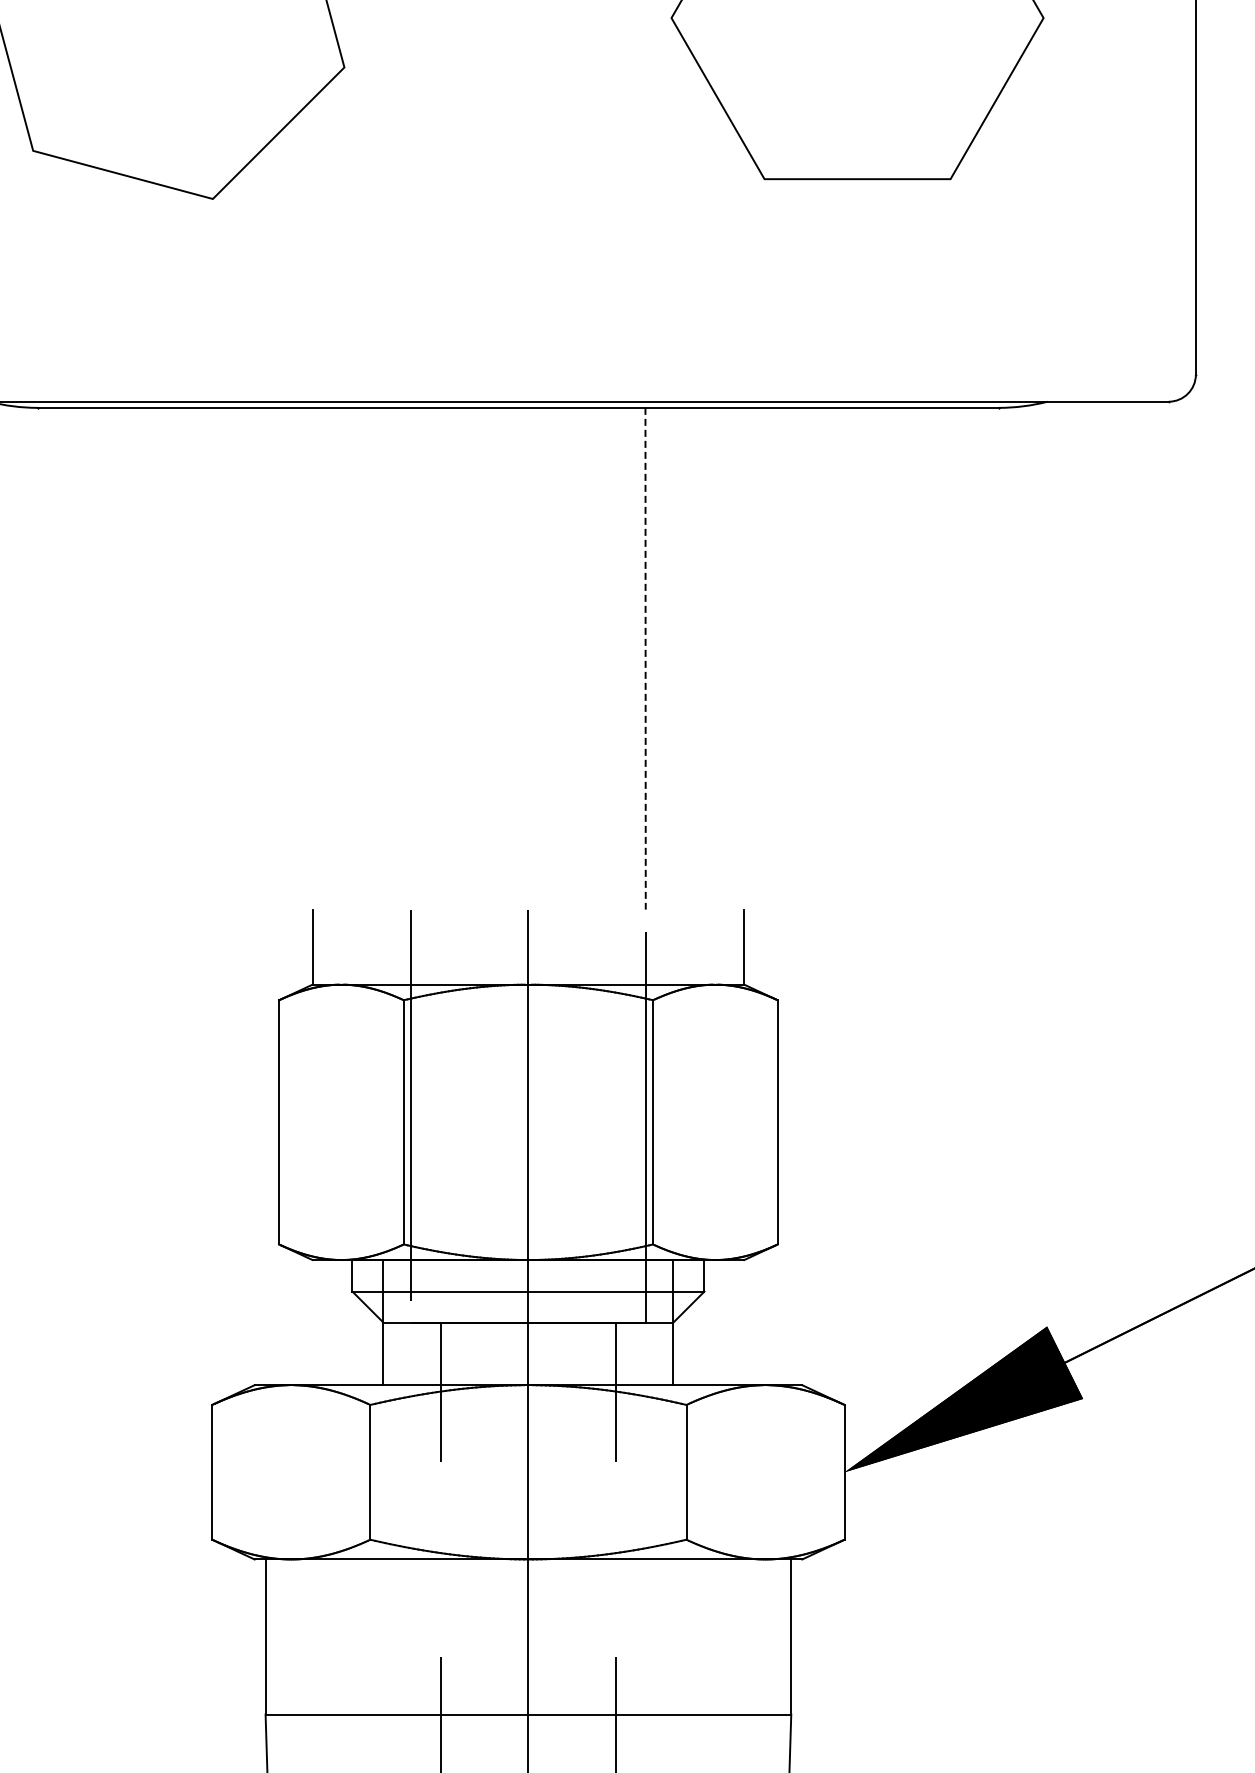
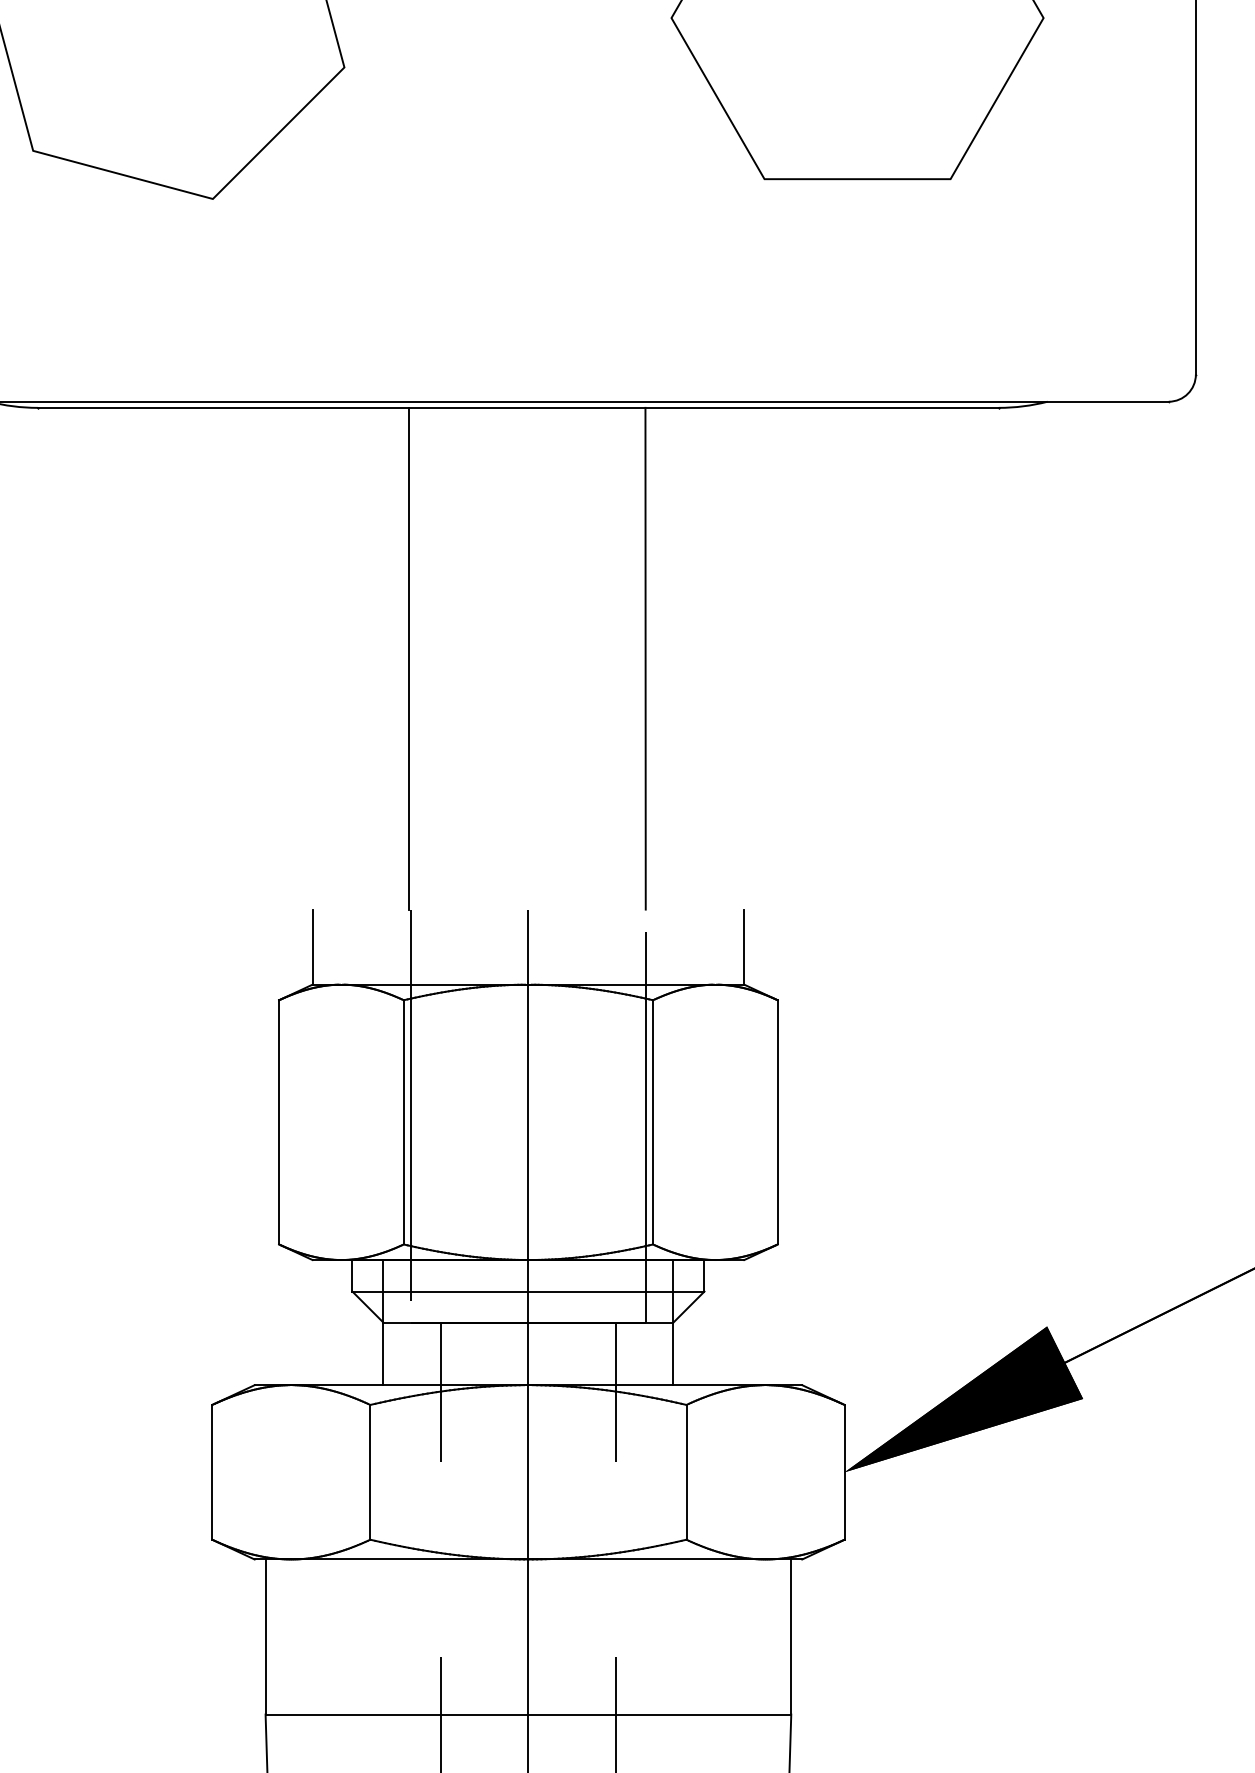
line at (408, 658): none -> present
line at (645, 658): dashed -> solid
